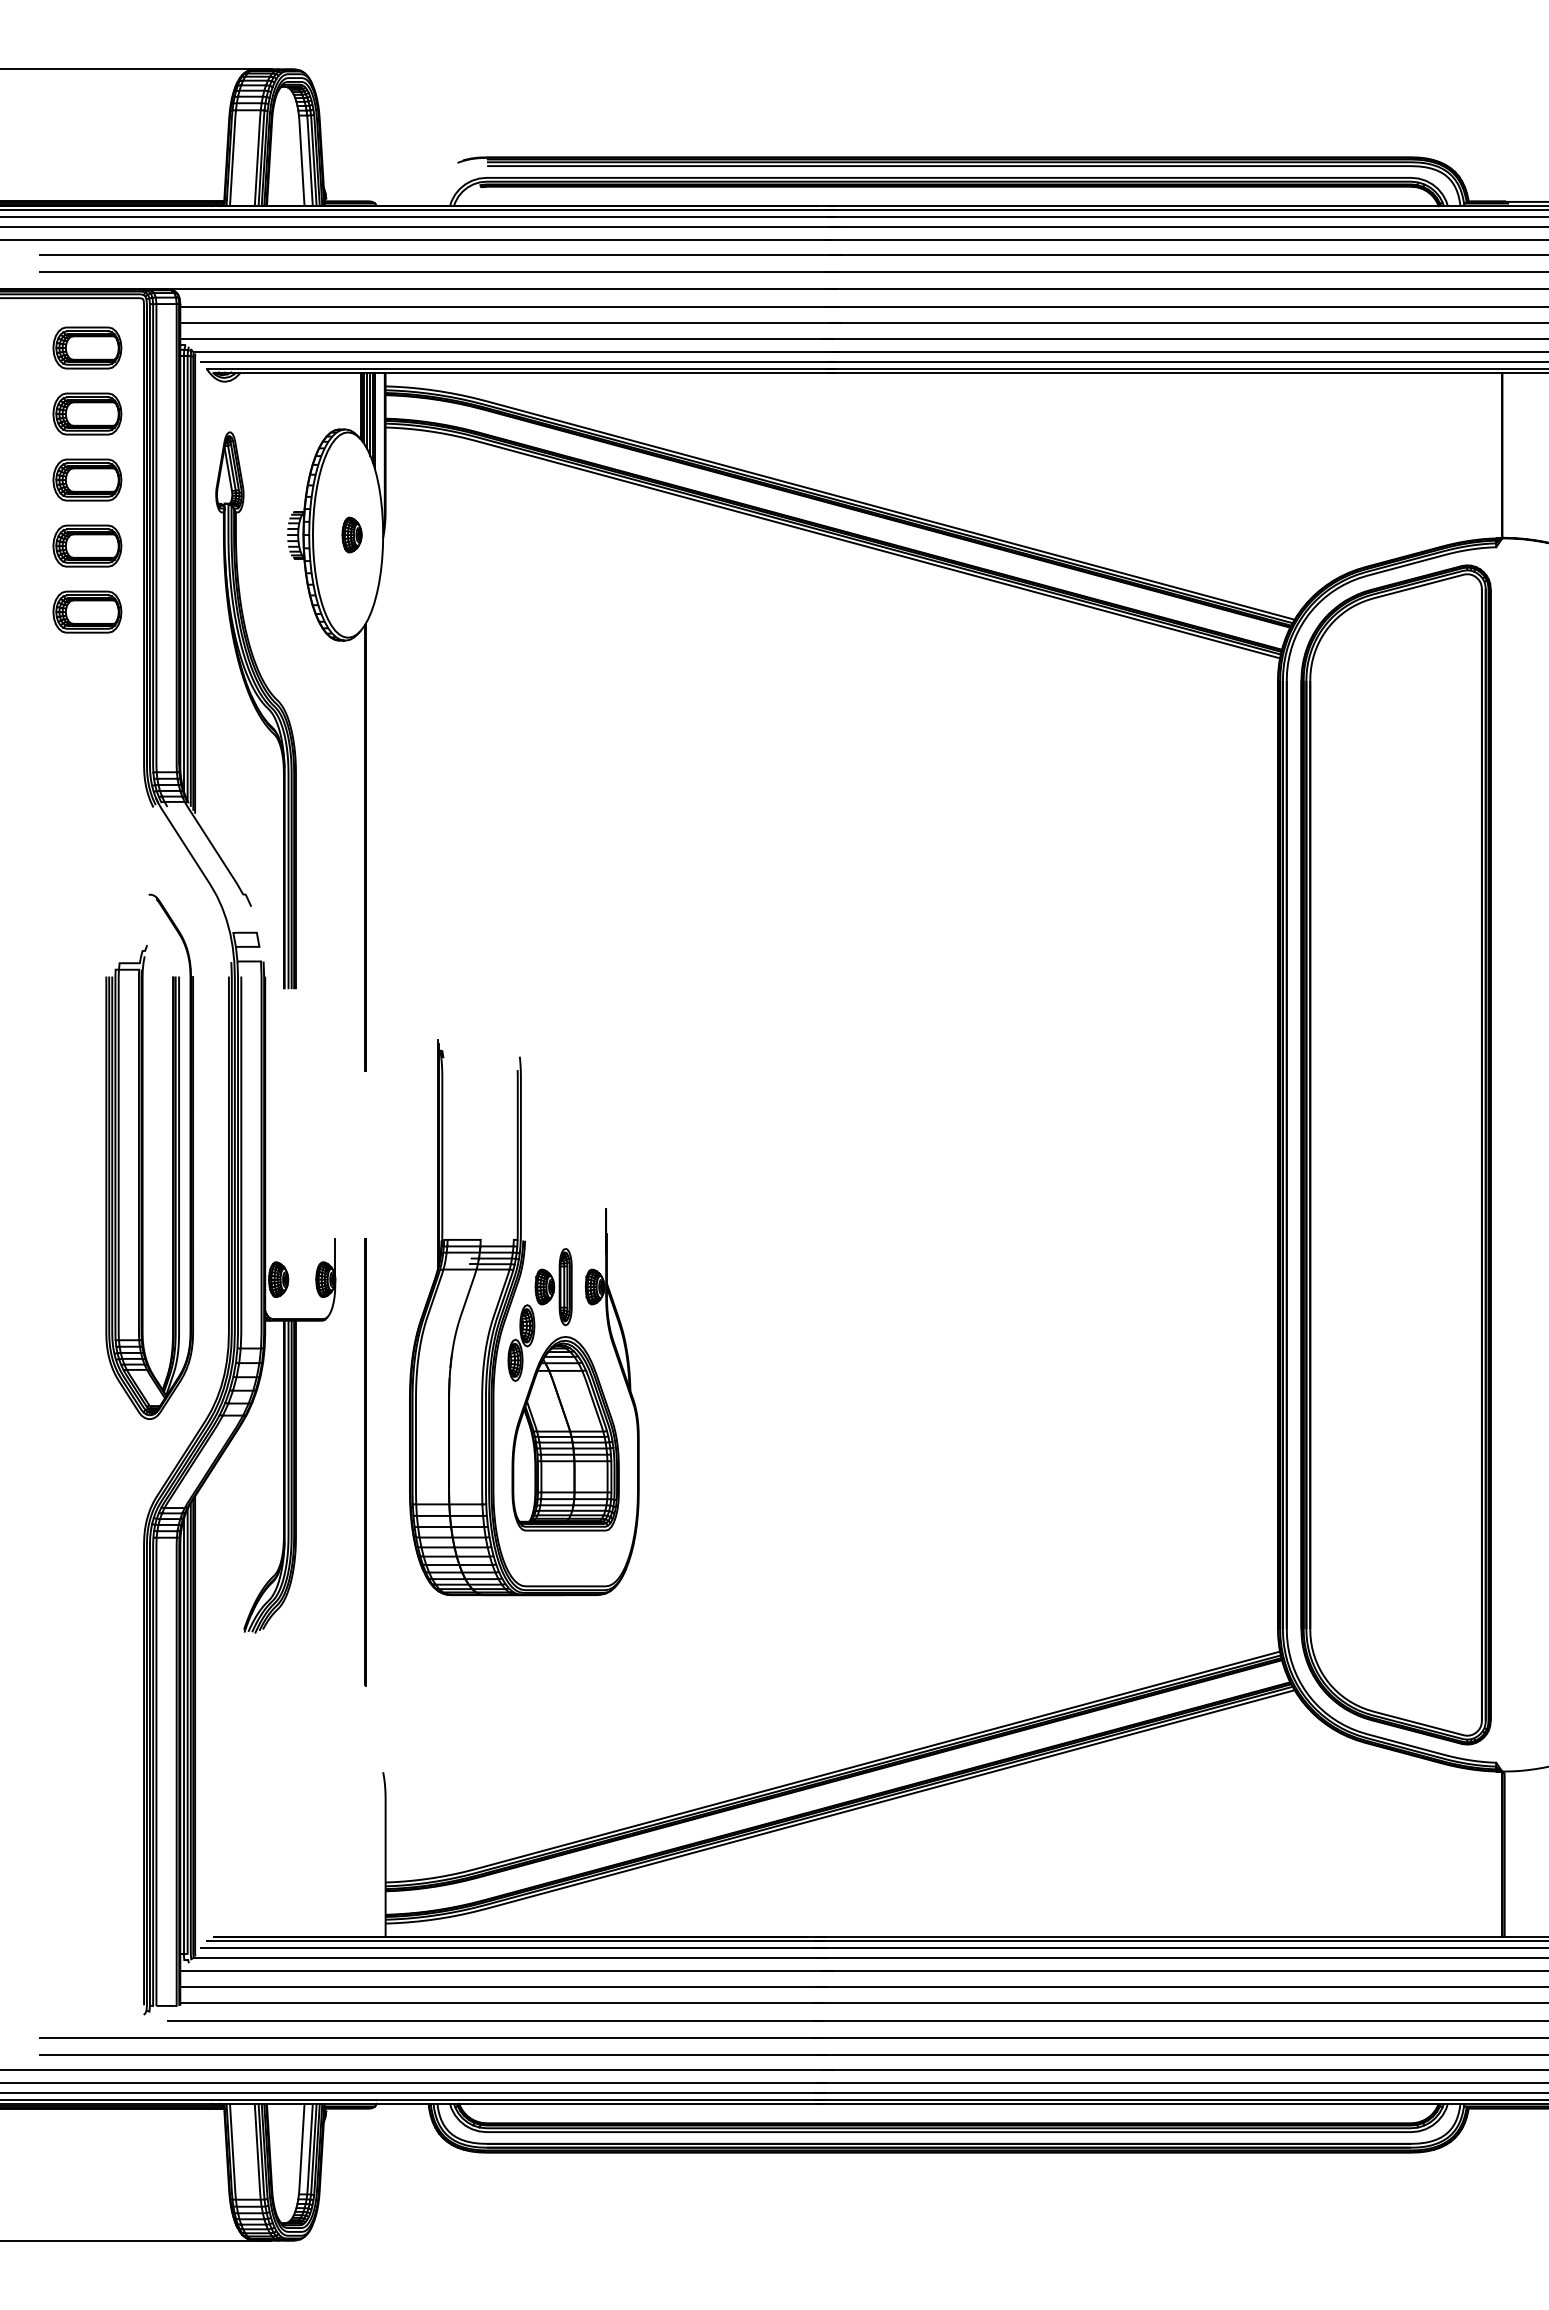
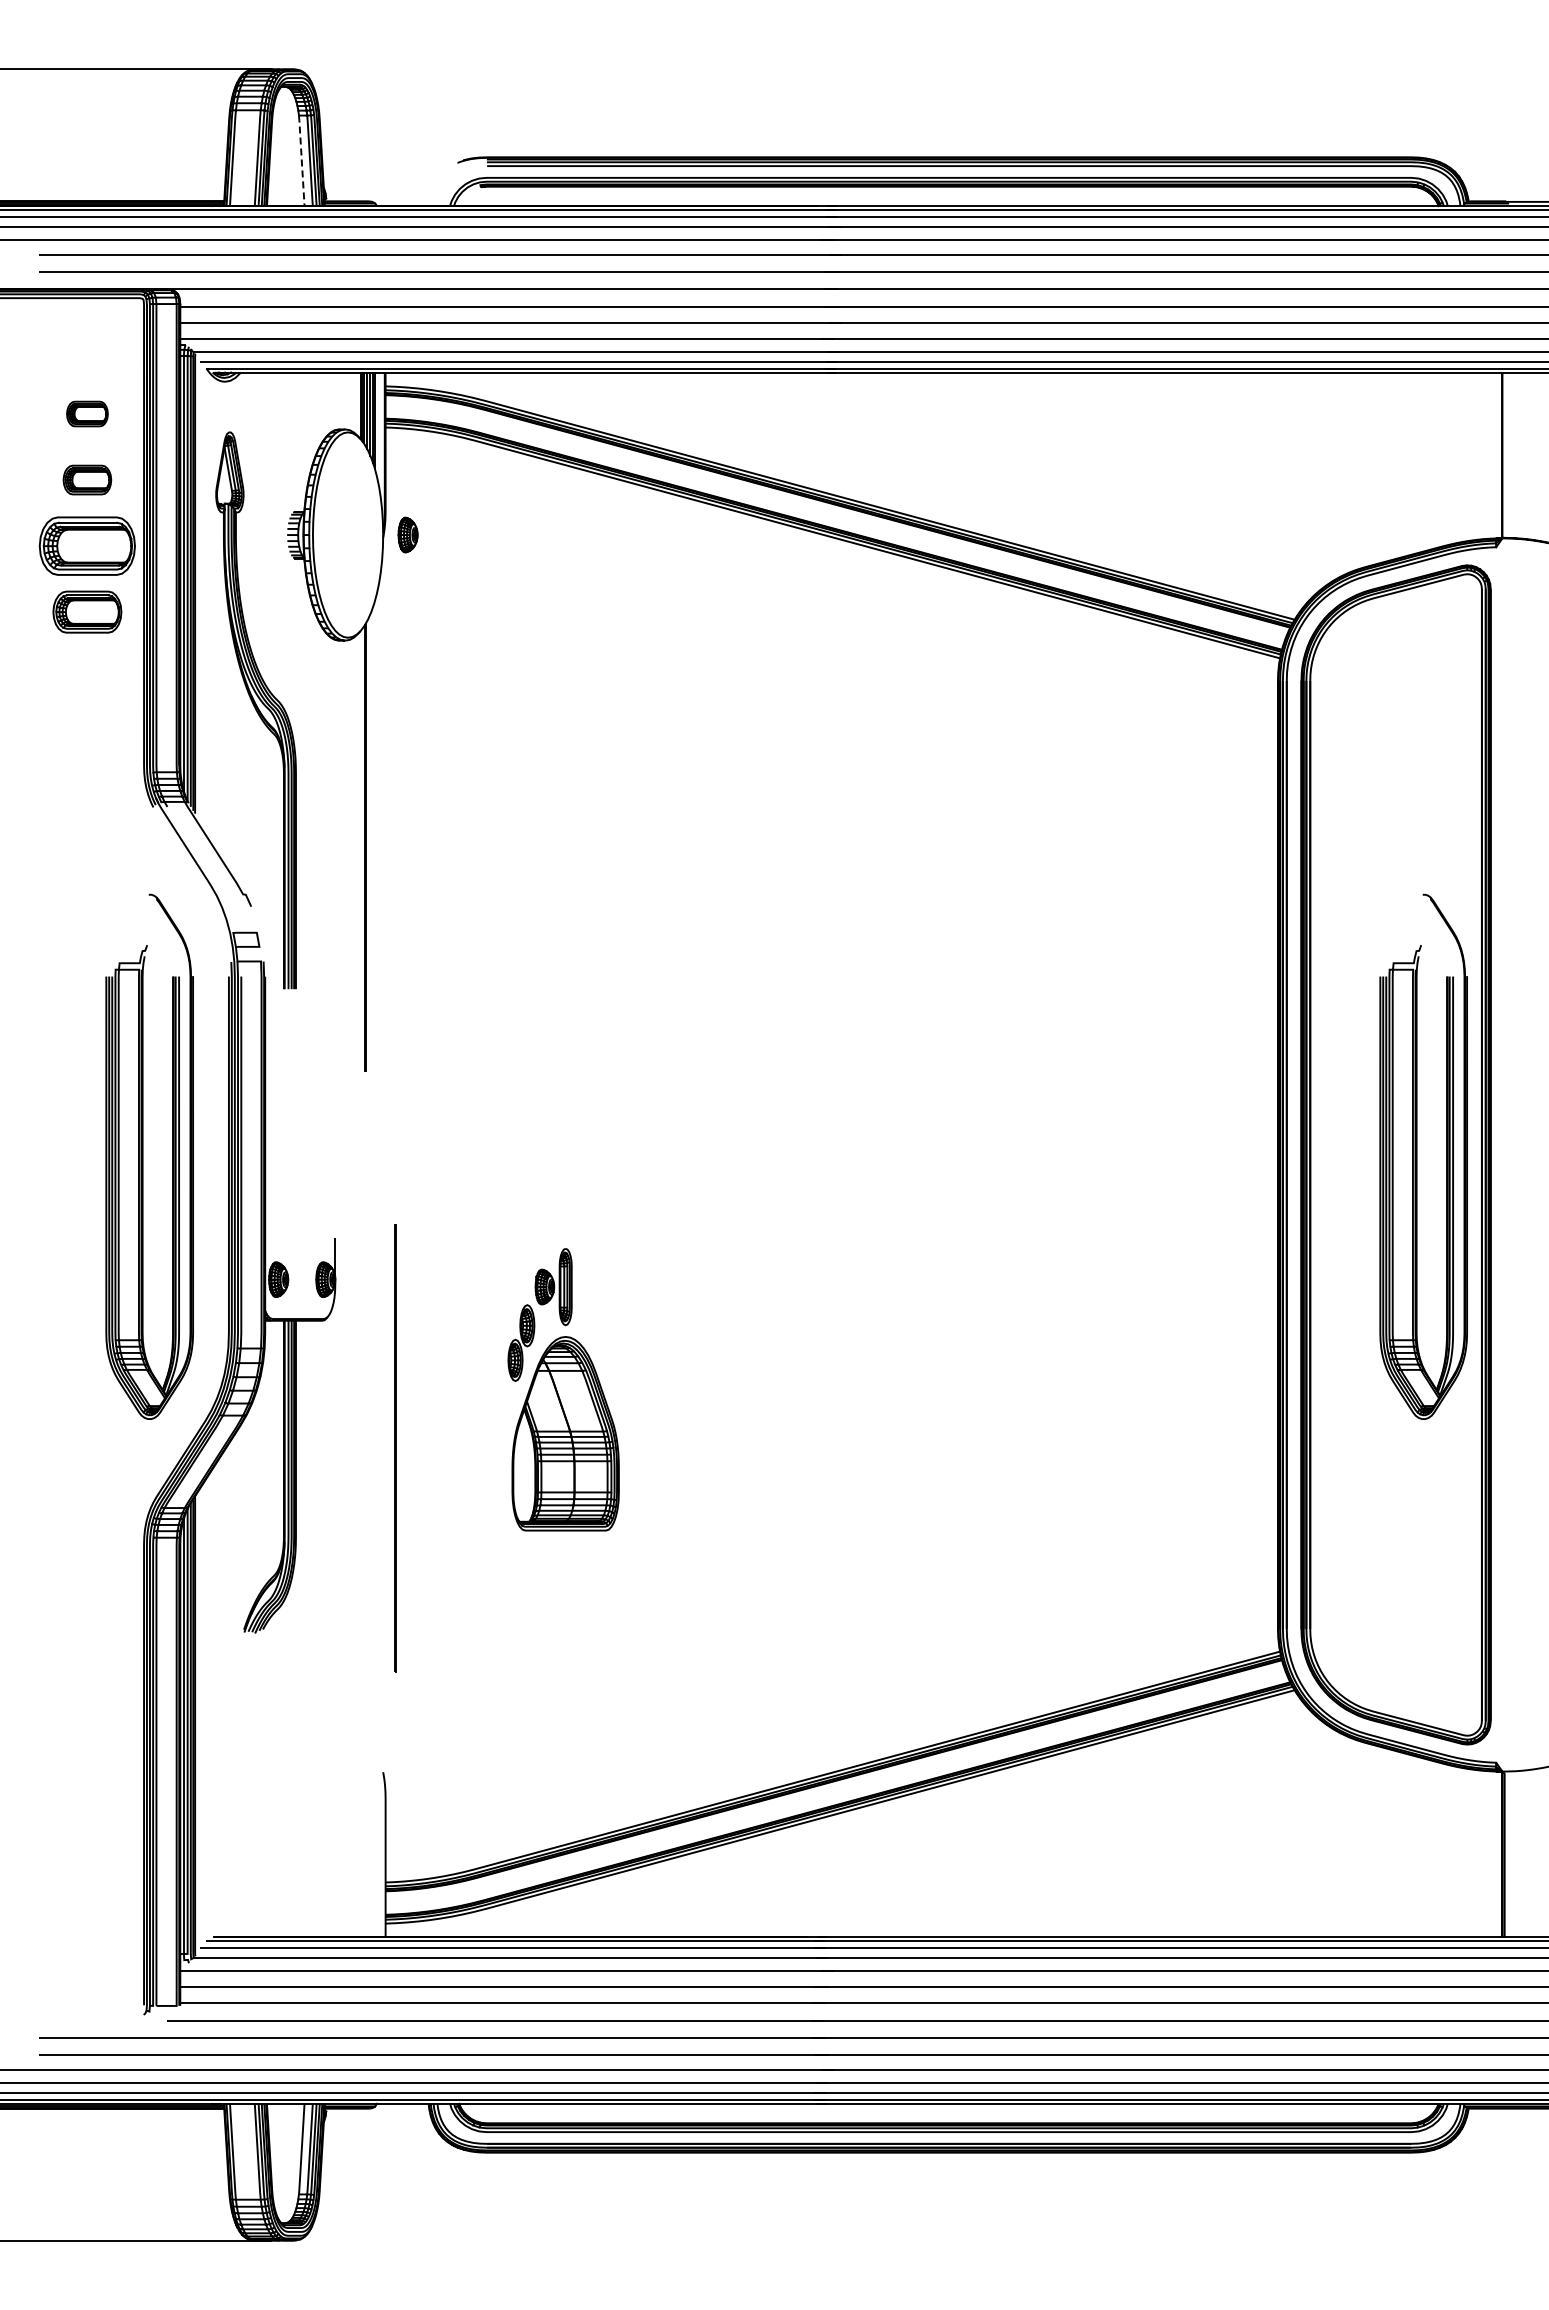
line at (301, 160): solid -> dashed
part at (87, 347): present -> none
part at (87, 413) size: 71x44 px -> 43x28 px
part at (87, 479) size: 71x44 px -> 51x32 px
part at (351, 534) position: (351, 534) -> (407, 534)
part at (87, 545) size: 71x44 px -> 98x60 px
part at (1423, 1156): none -> present
part at (508, 1313): present -> none
line at (365, 1462) position: (365, 1462) -> (395, 1448)
